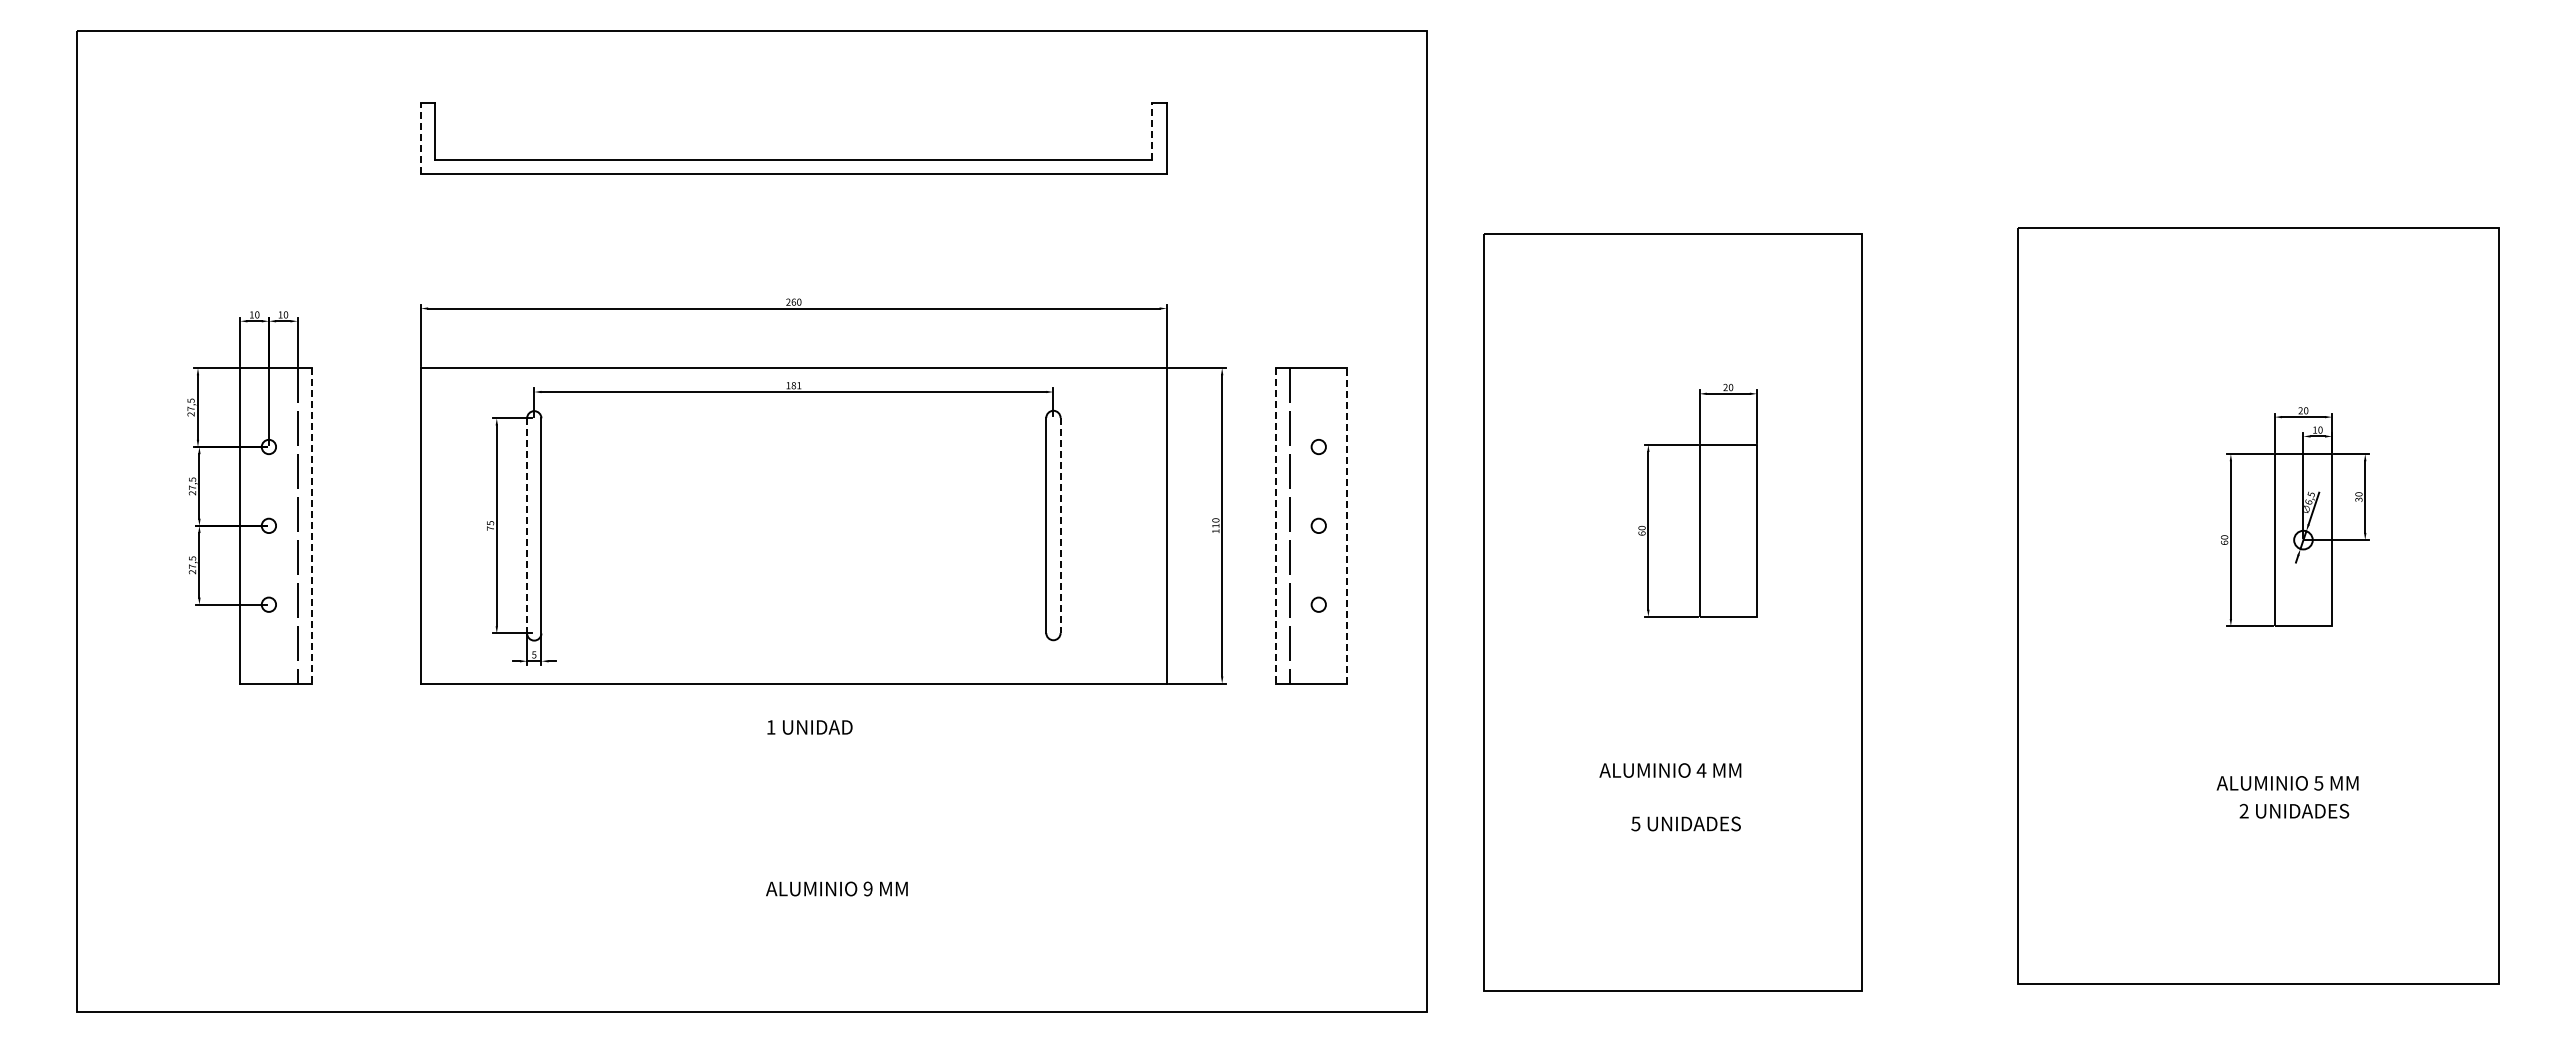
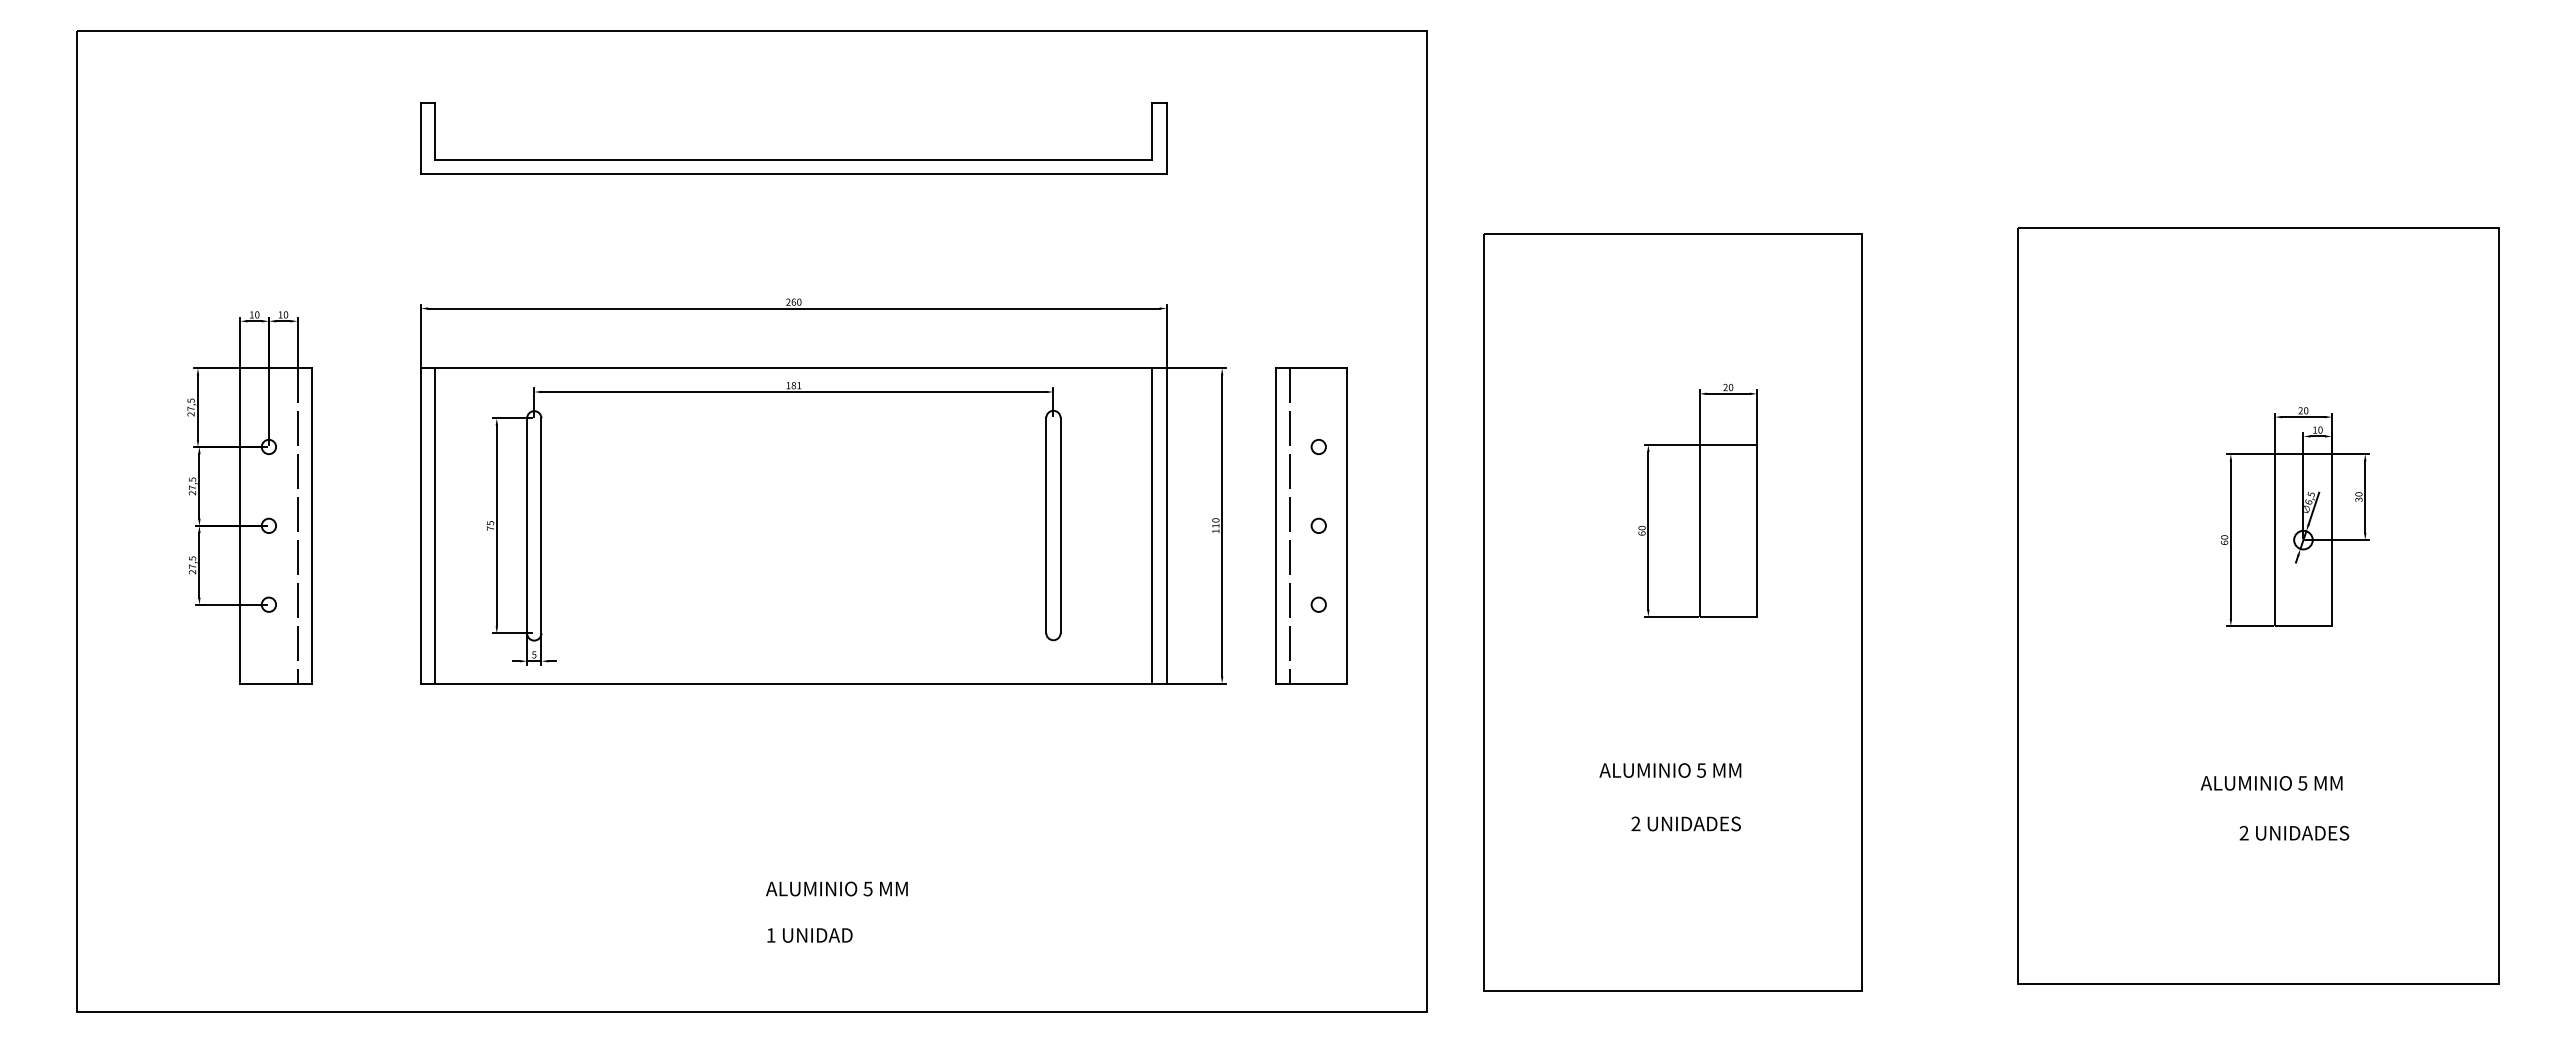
line at (1152, 131): dashed -> solid
line at (421, 138): dashed -> solid
line at (311, 525): dashed -> solid
line at (435, 525): none -> present
line at (527, 525): dashed -> solid
line at (1060, 525): dashed -> solid
line at (1152, 525): none -> present
line at (1275, 525): dashed -> solid
line at (1347, 525): dashed -> solid
text at (809, 727) position: (809, 727) -> (809, 935)
text at (1701, 770): 4 -> 5
text at (2287, 783) position: (2287, 783) -> (2271, 783)
text at (2294, 810) position: (2294, 810) -> (2294, 832)
text at (1635, 823): 5 -> 2
text at (867, 888): 9 -> 5
